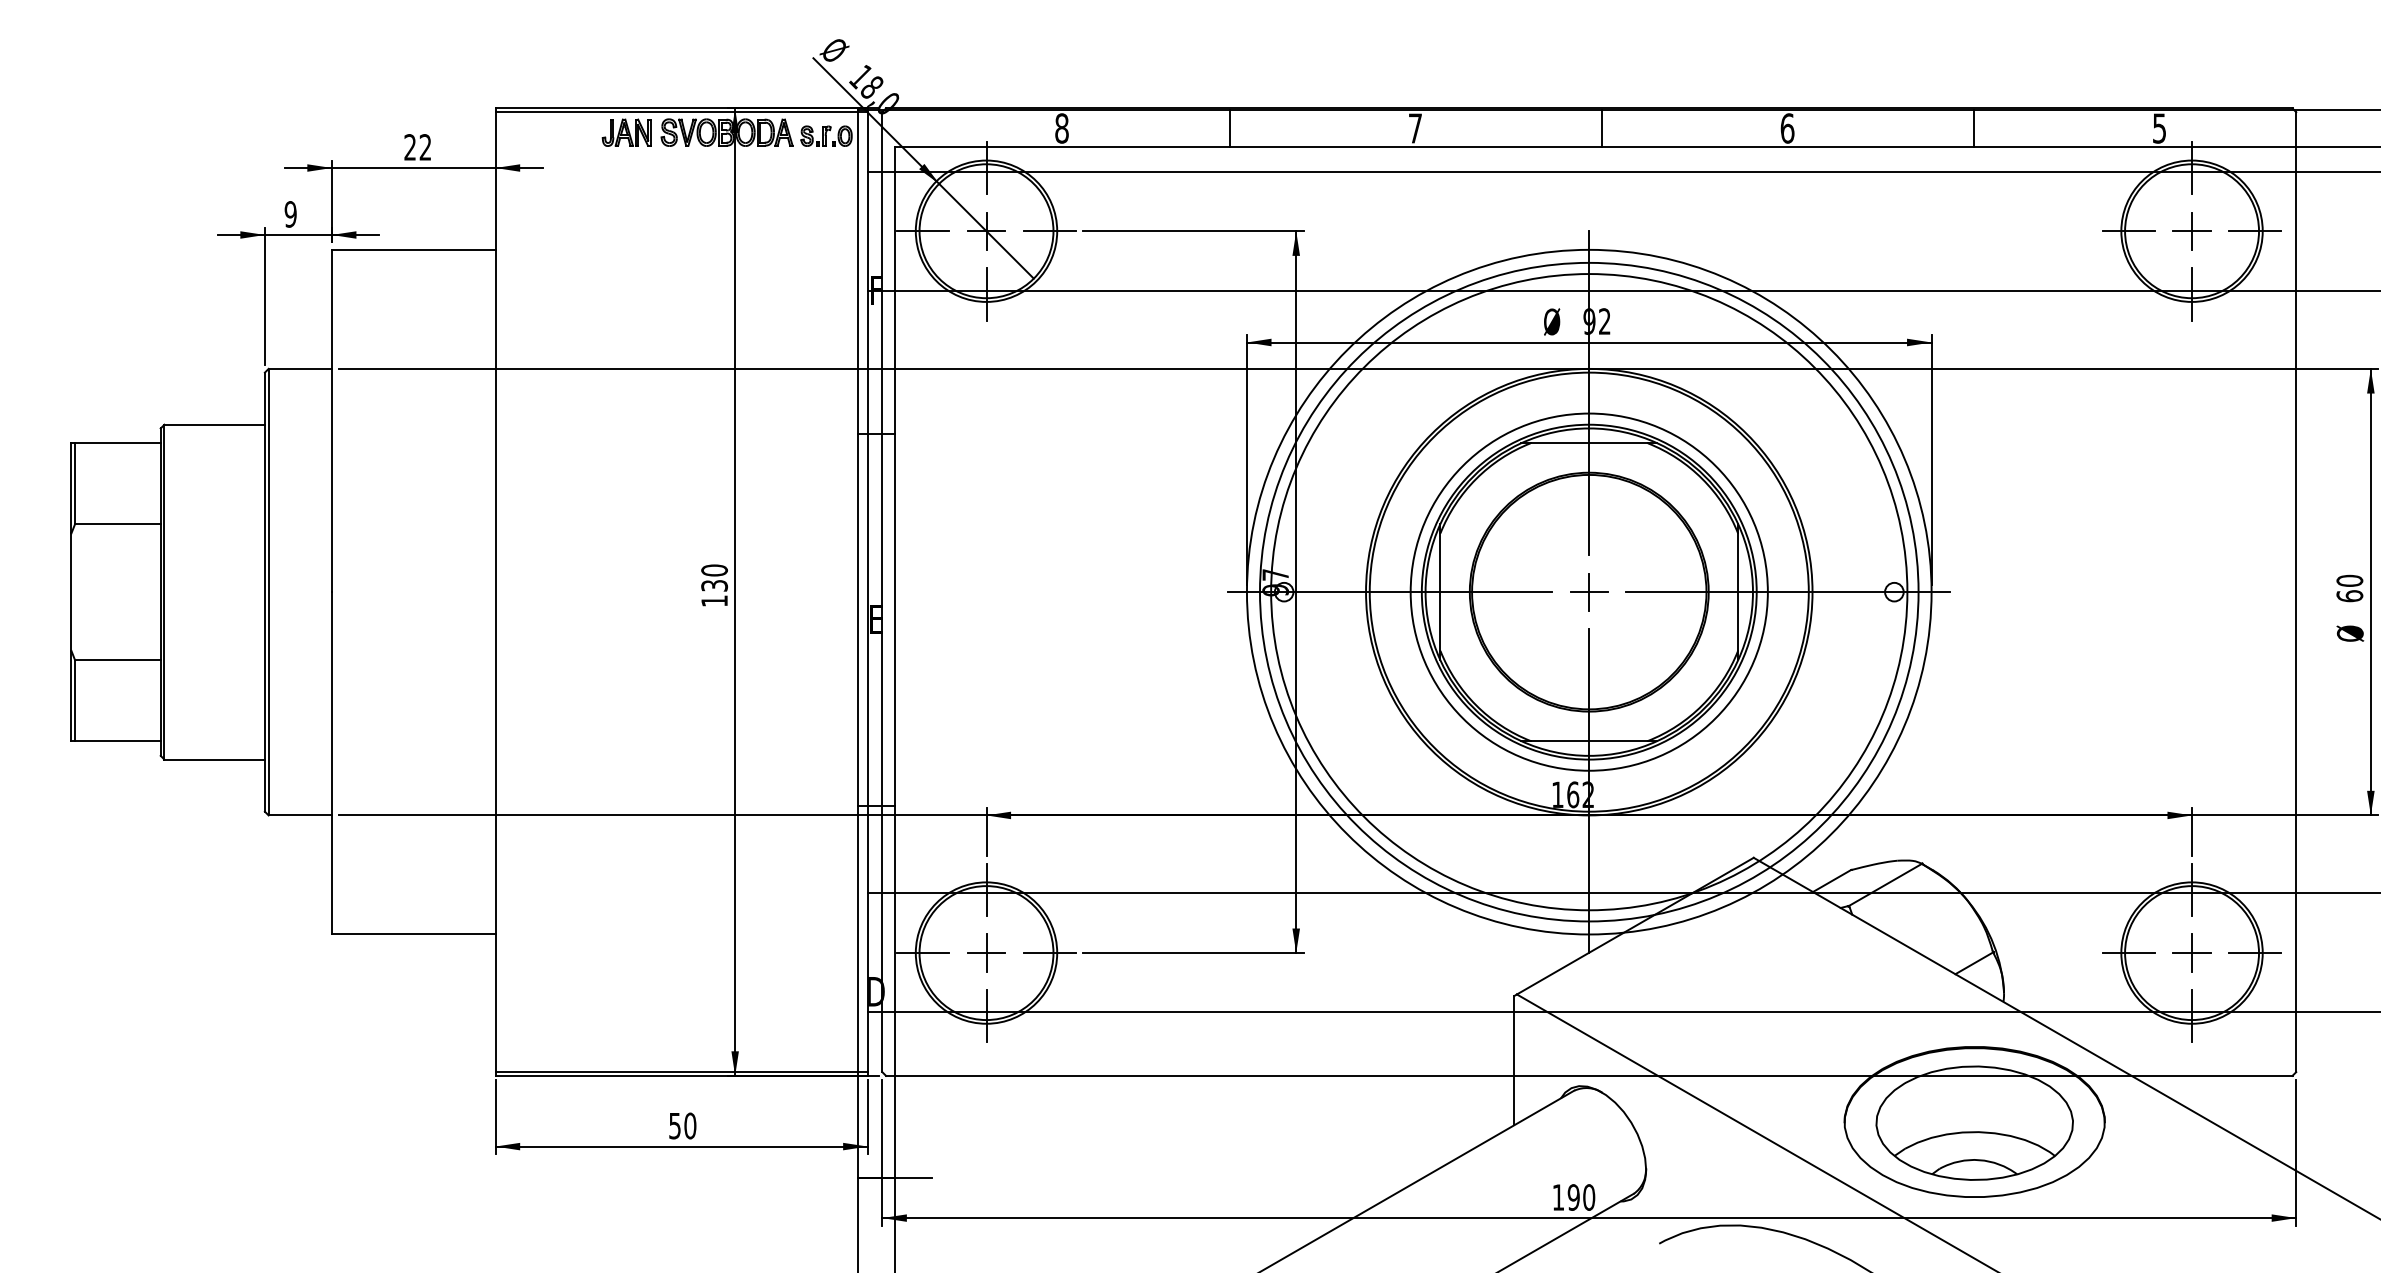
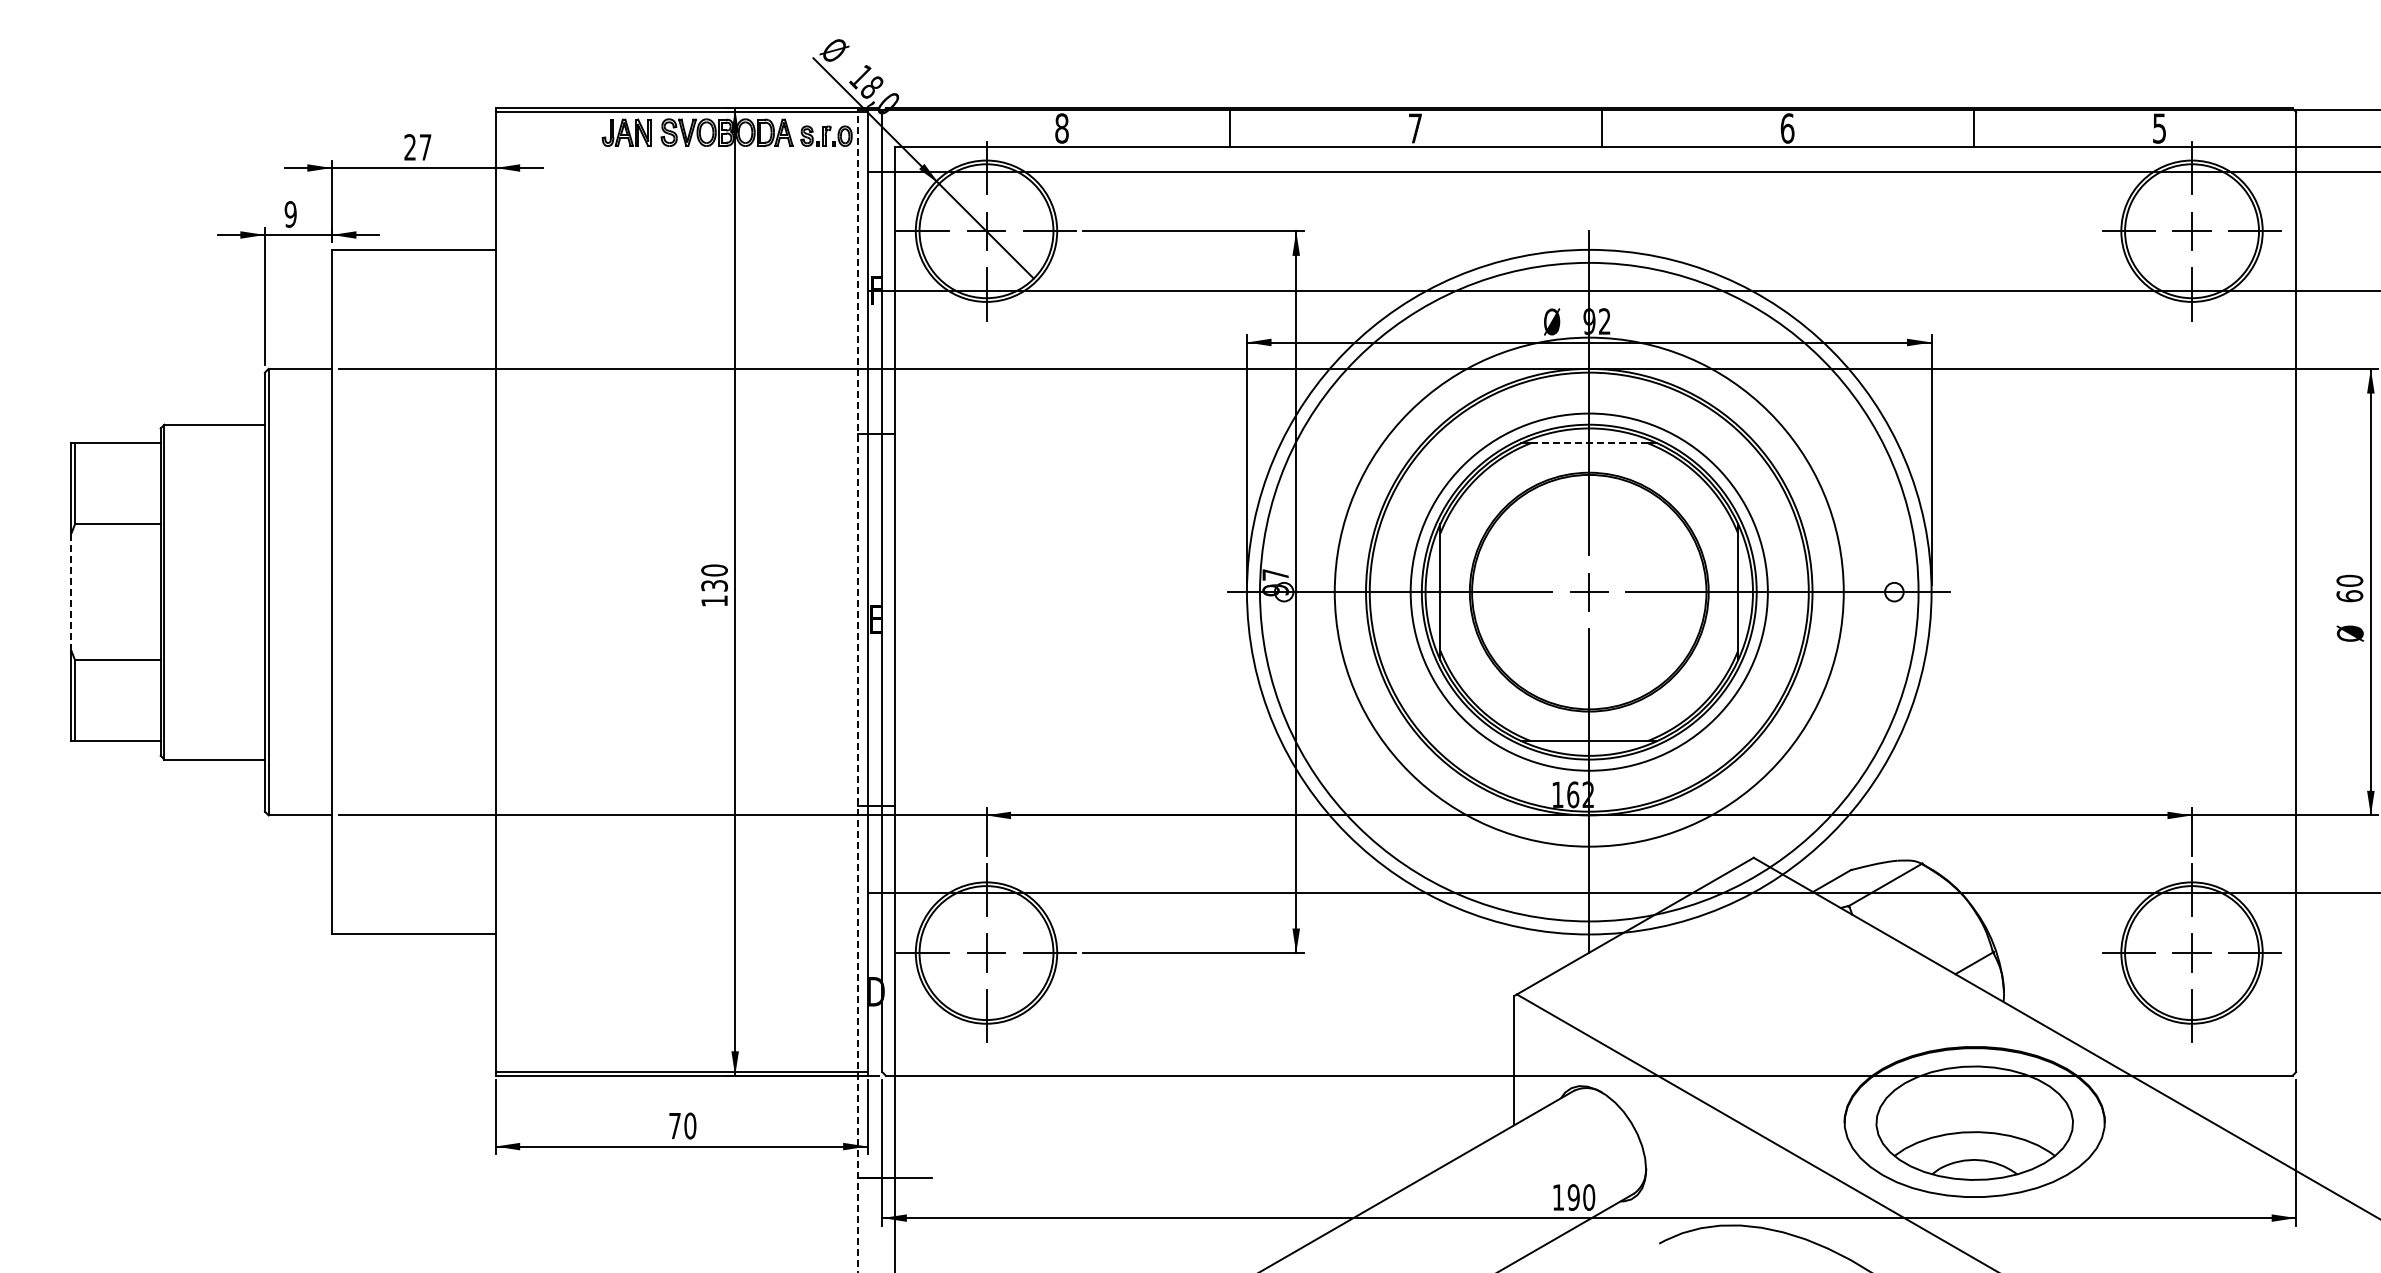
text at (425, 147): 22 -> 27
line at (1589, 443): solid -> dashed
line at (71, 592): solid -> dashed
circle at (1589, 592) diameter: 636 px -> 509 px
line at (857, 690): solid -> dashed
line at (1622, 1012): present -> none
text at (674, 1126): 50 -> 70
